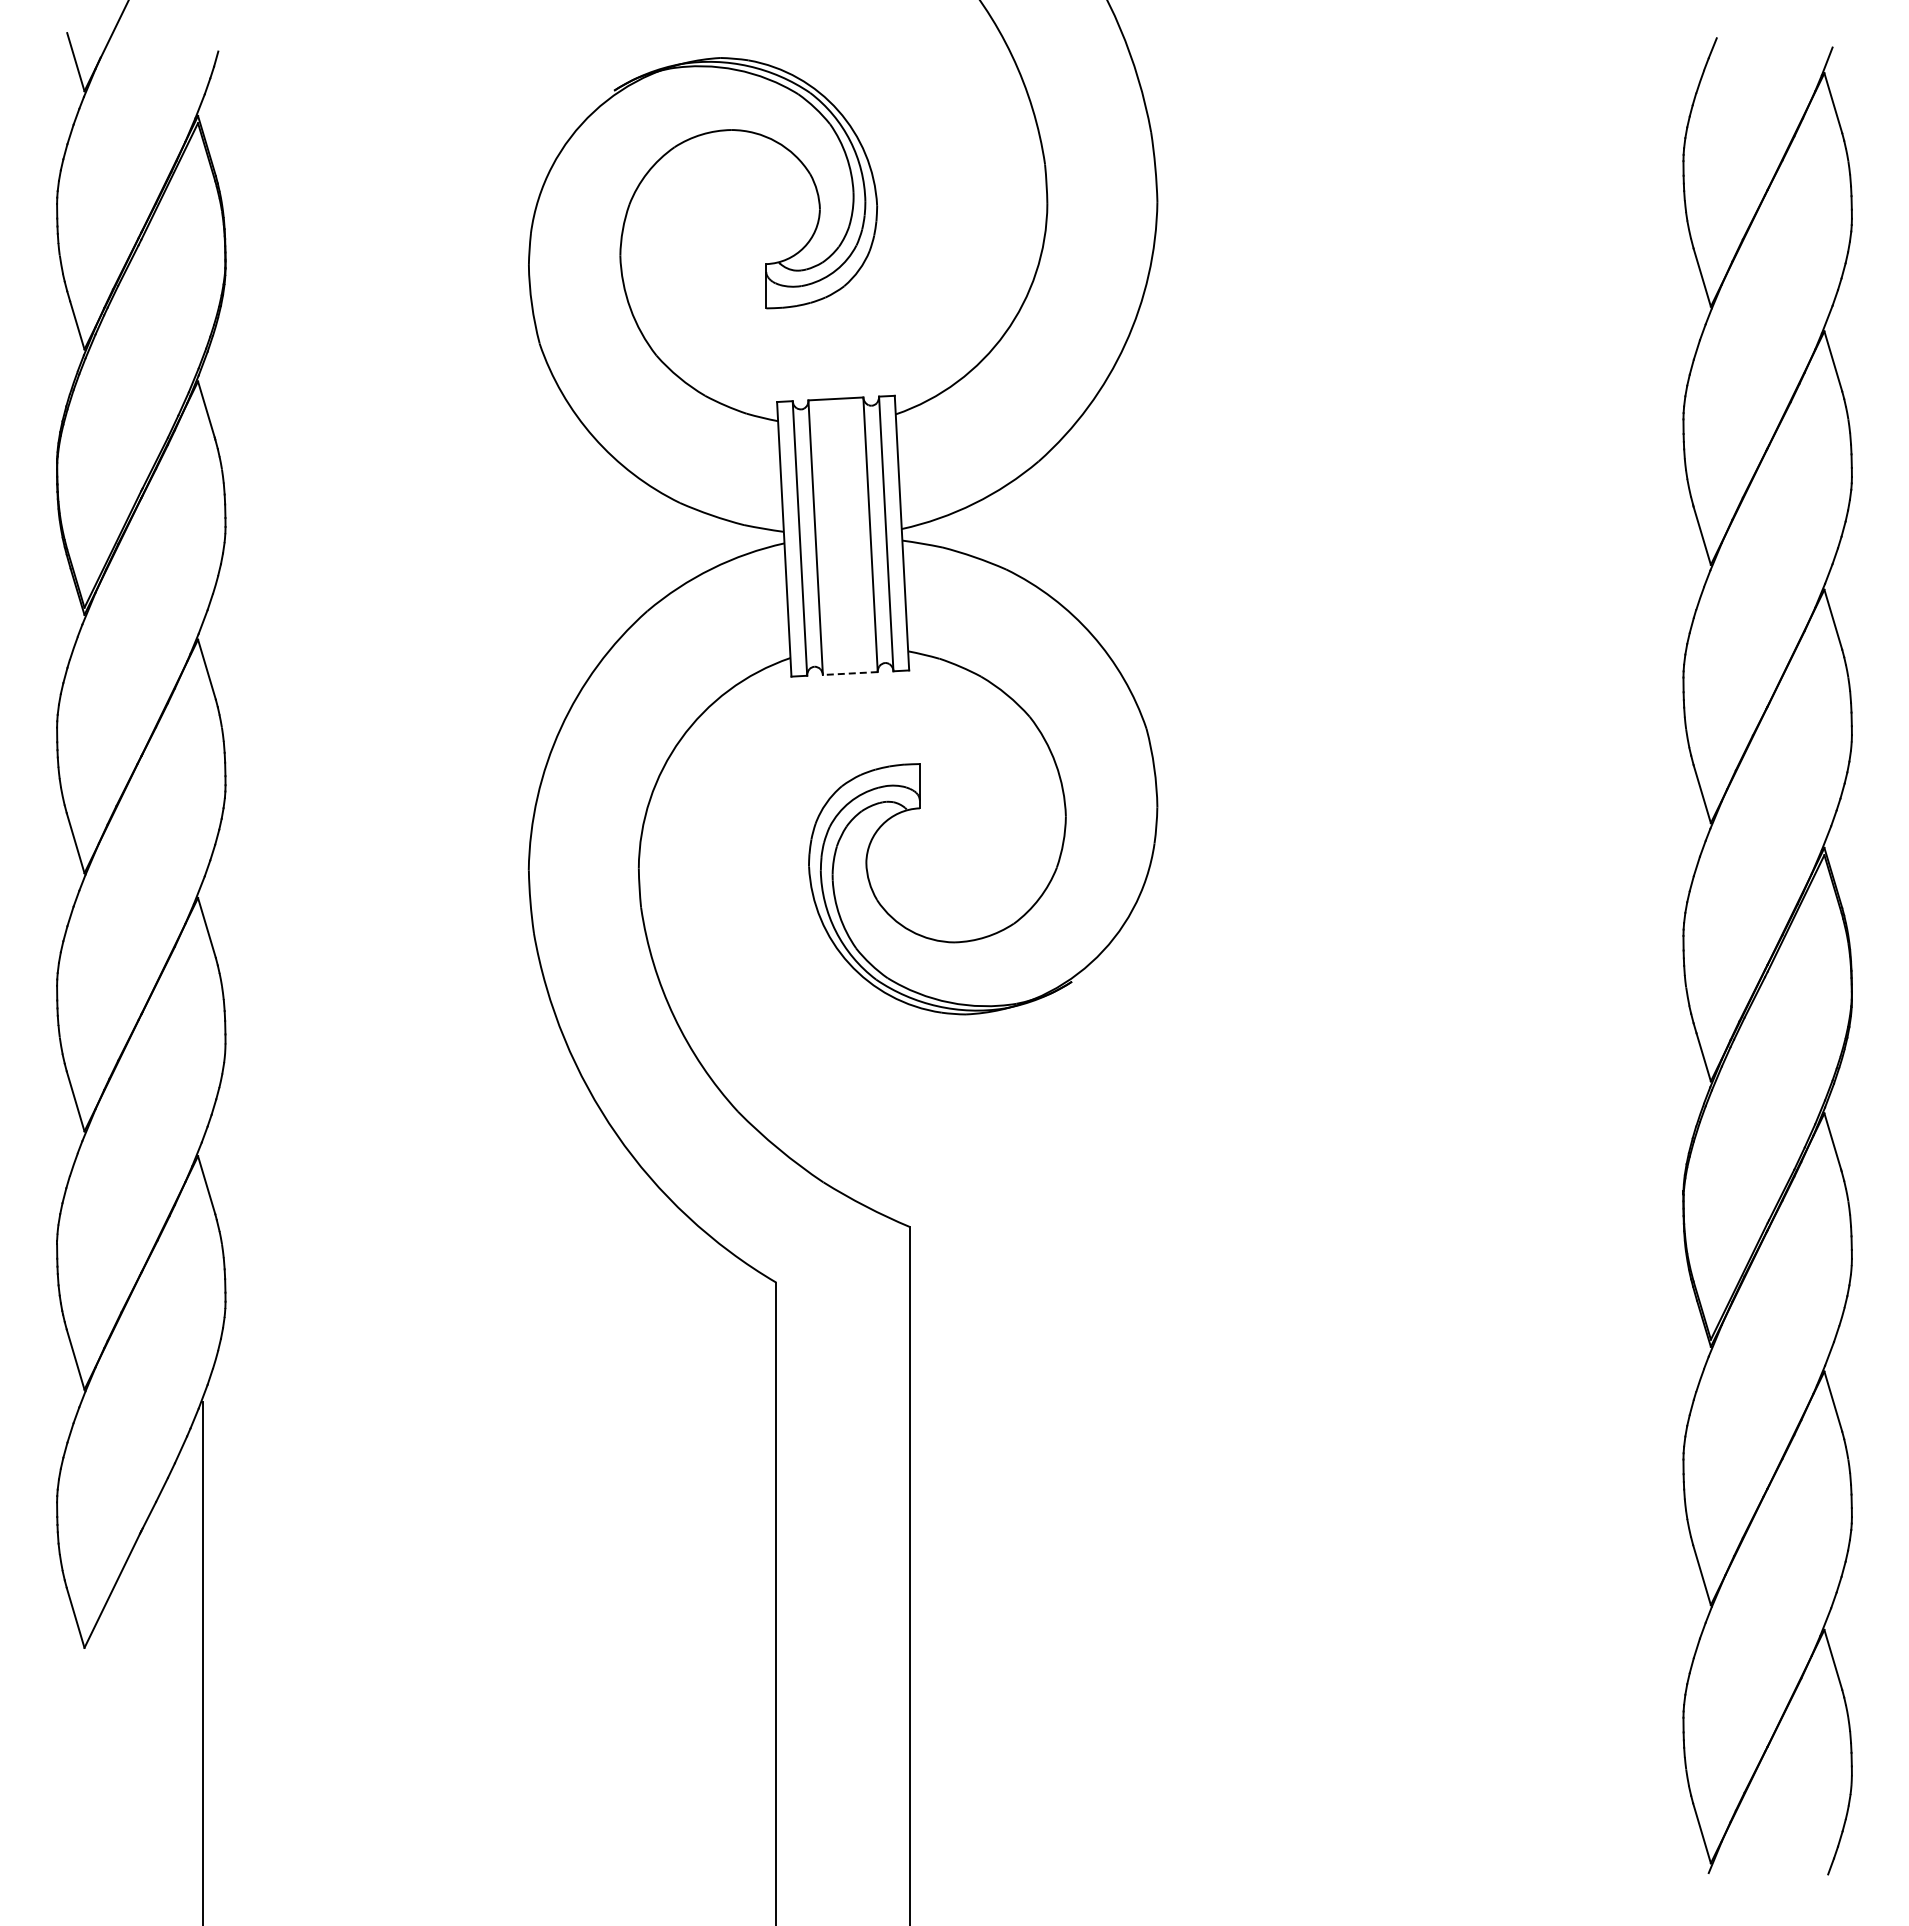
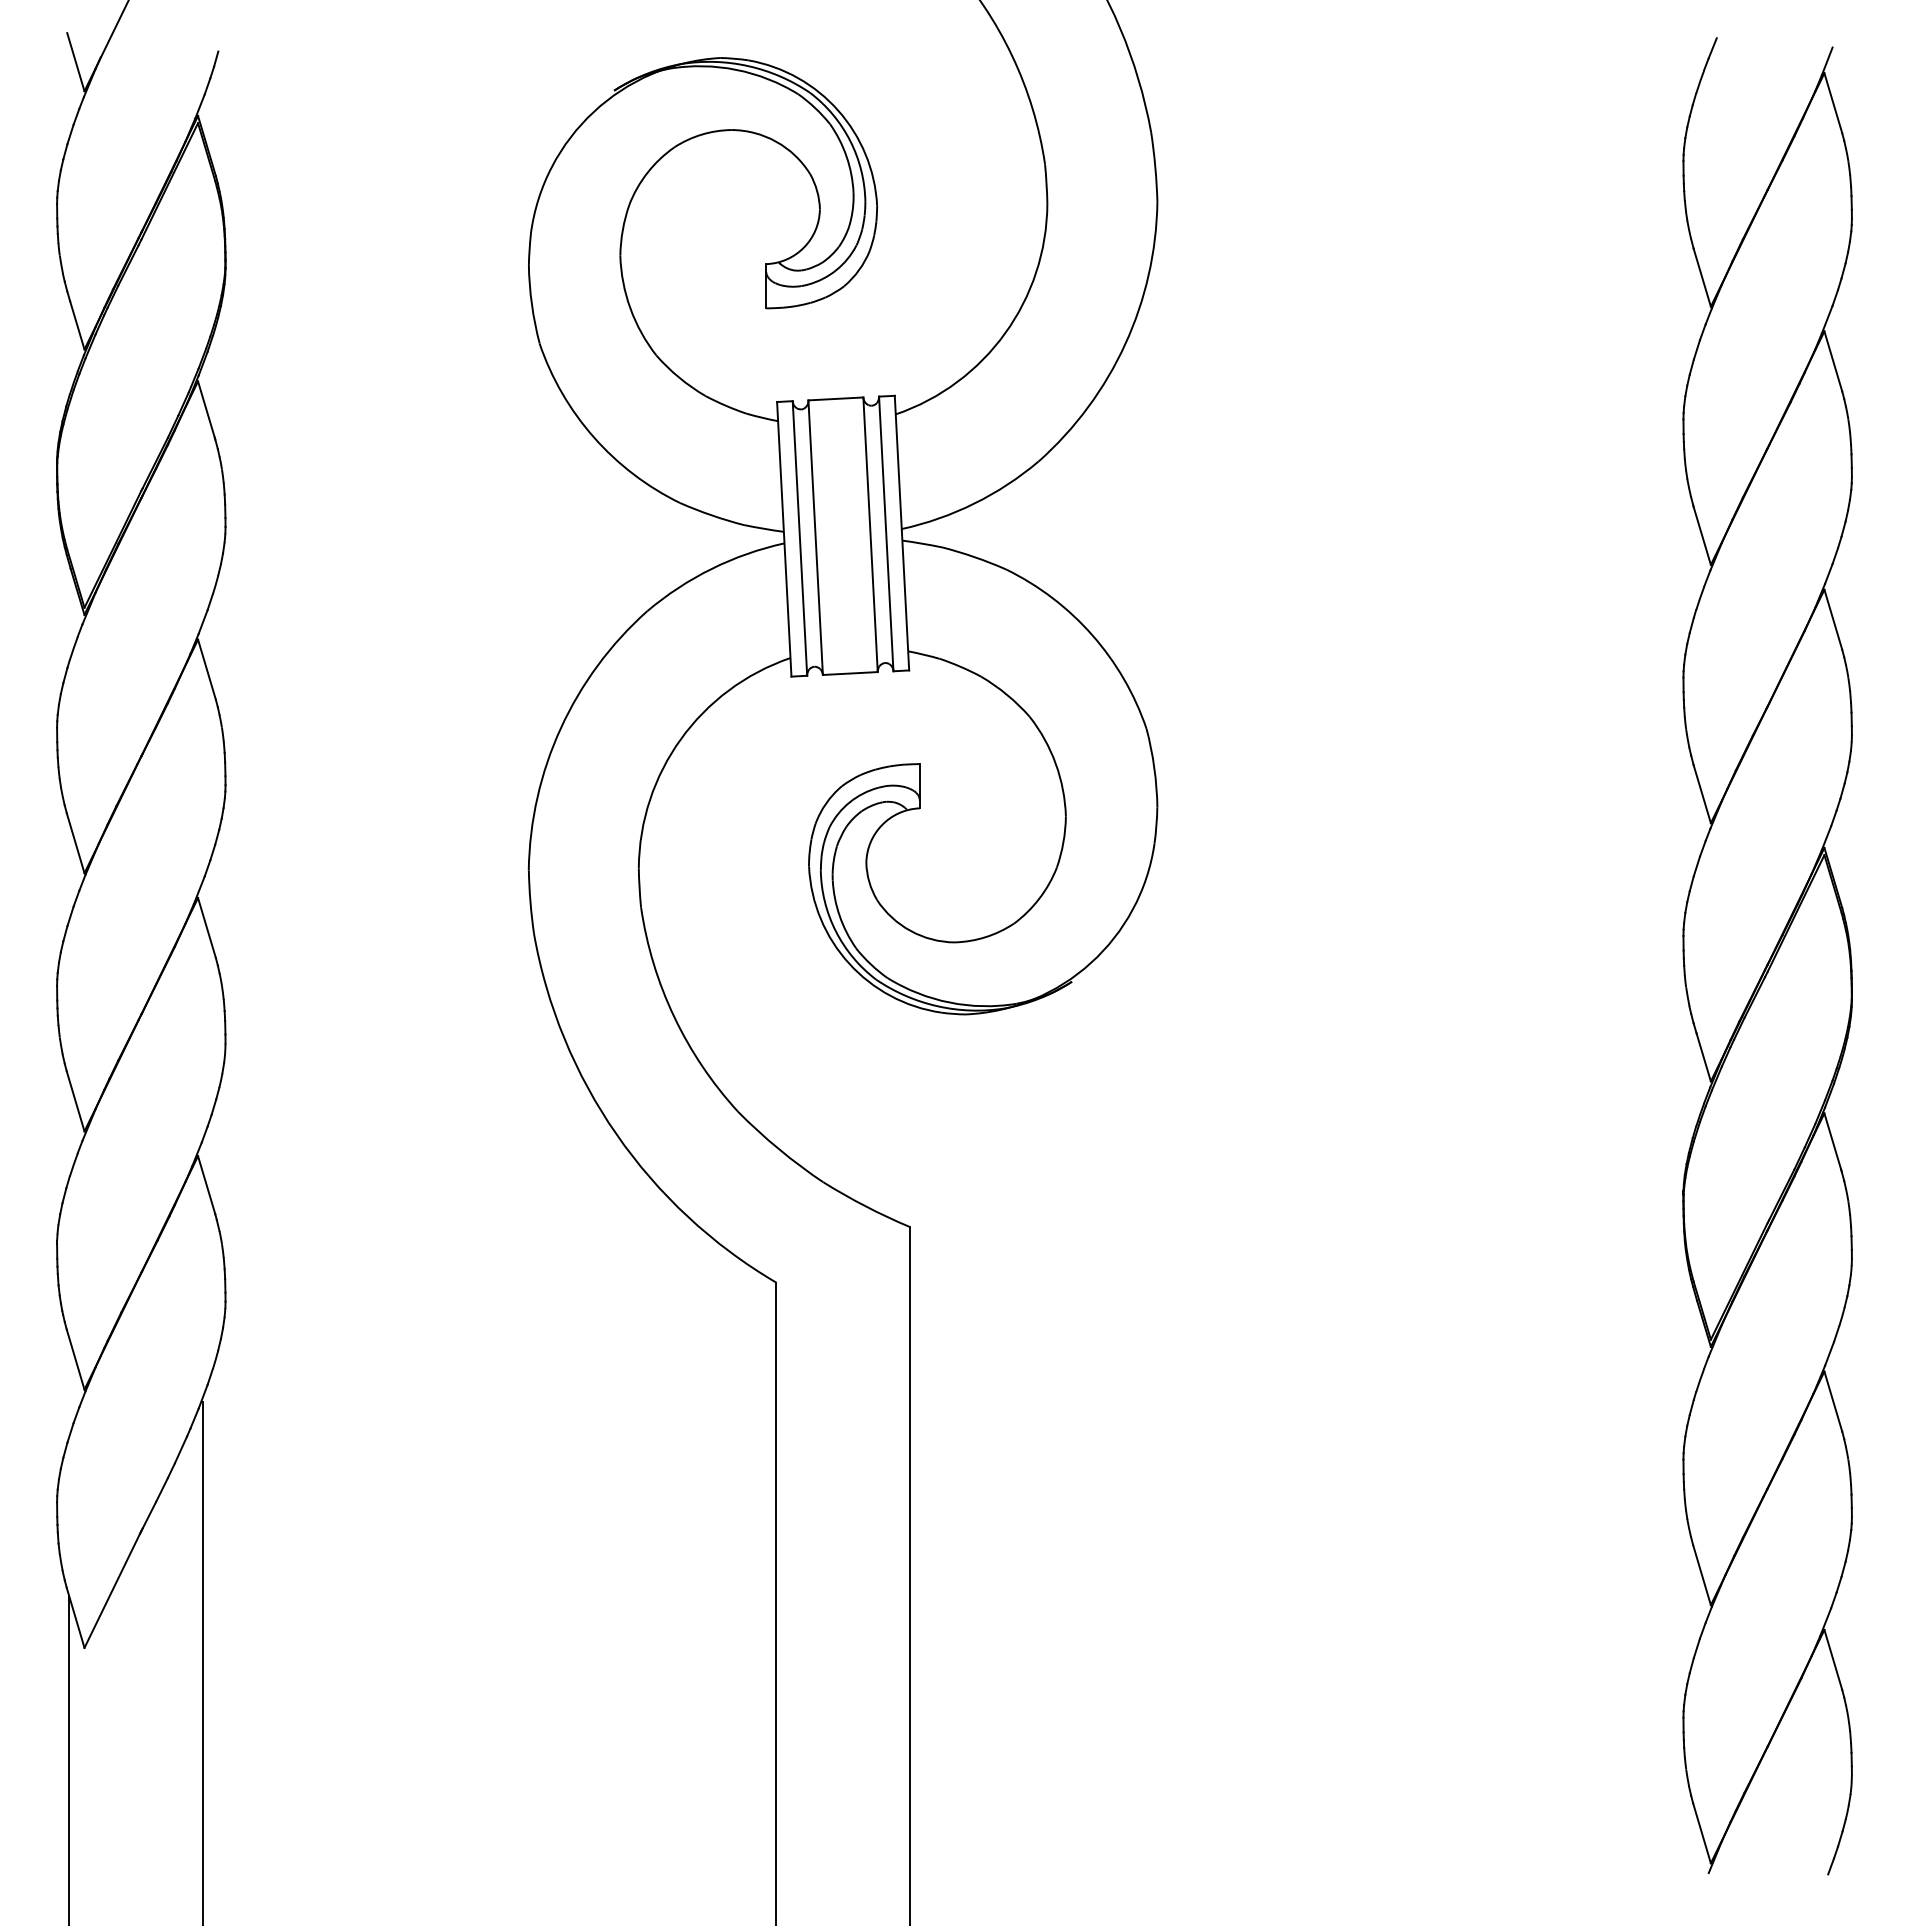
line at (849, 673): dashed -> solid
line at (69, 1759): none -> present
